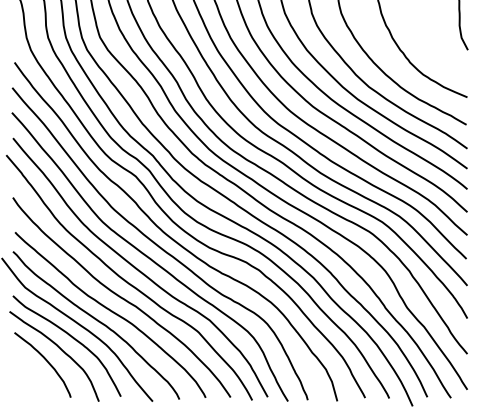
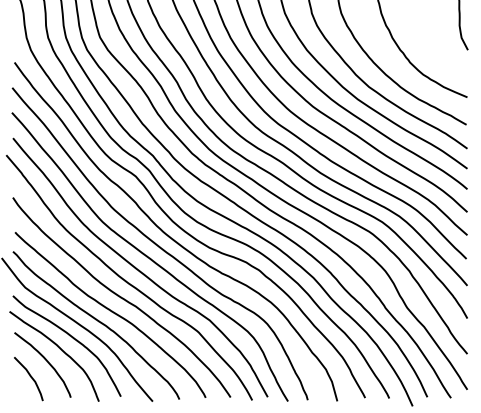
curve at (30, 377): none -> present
